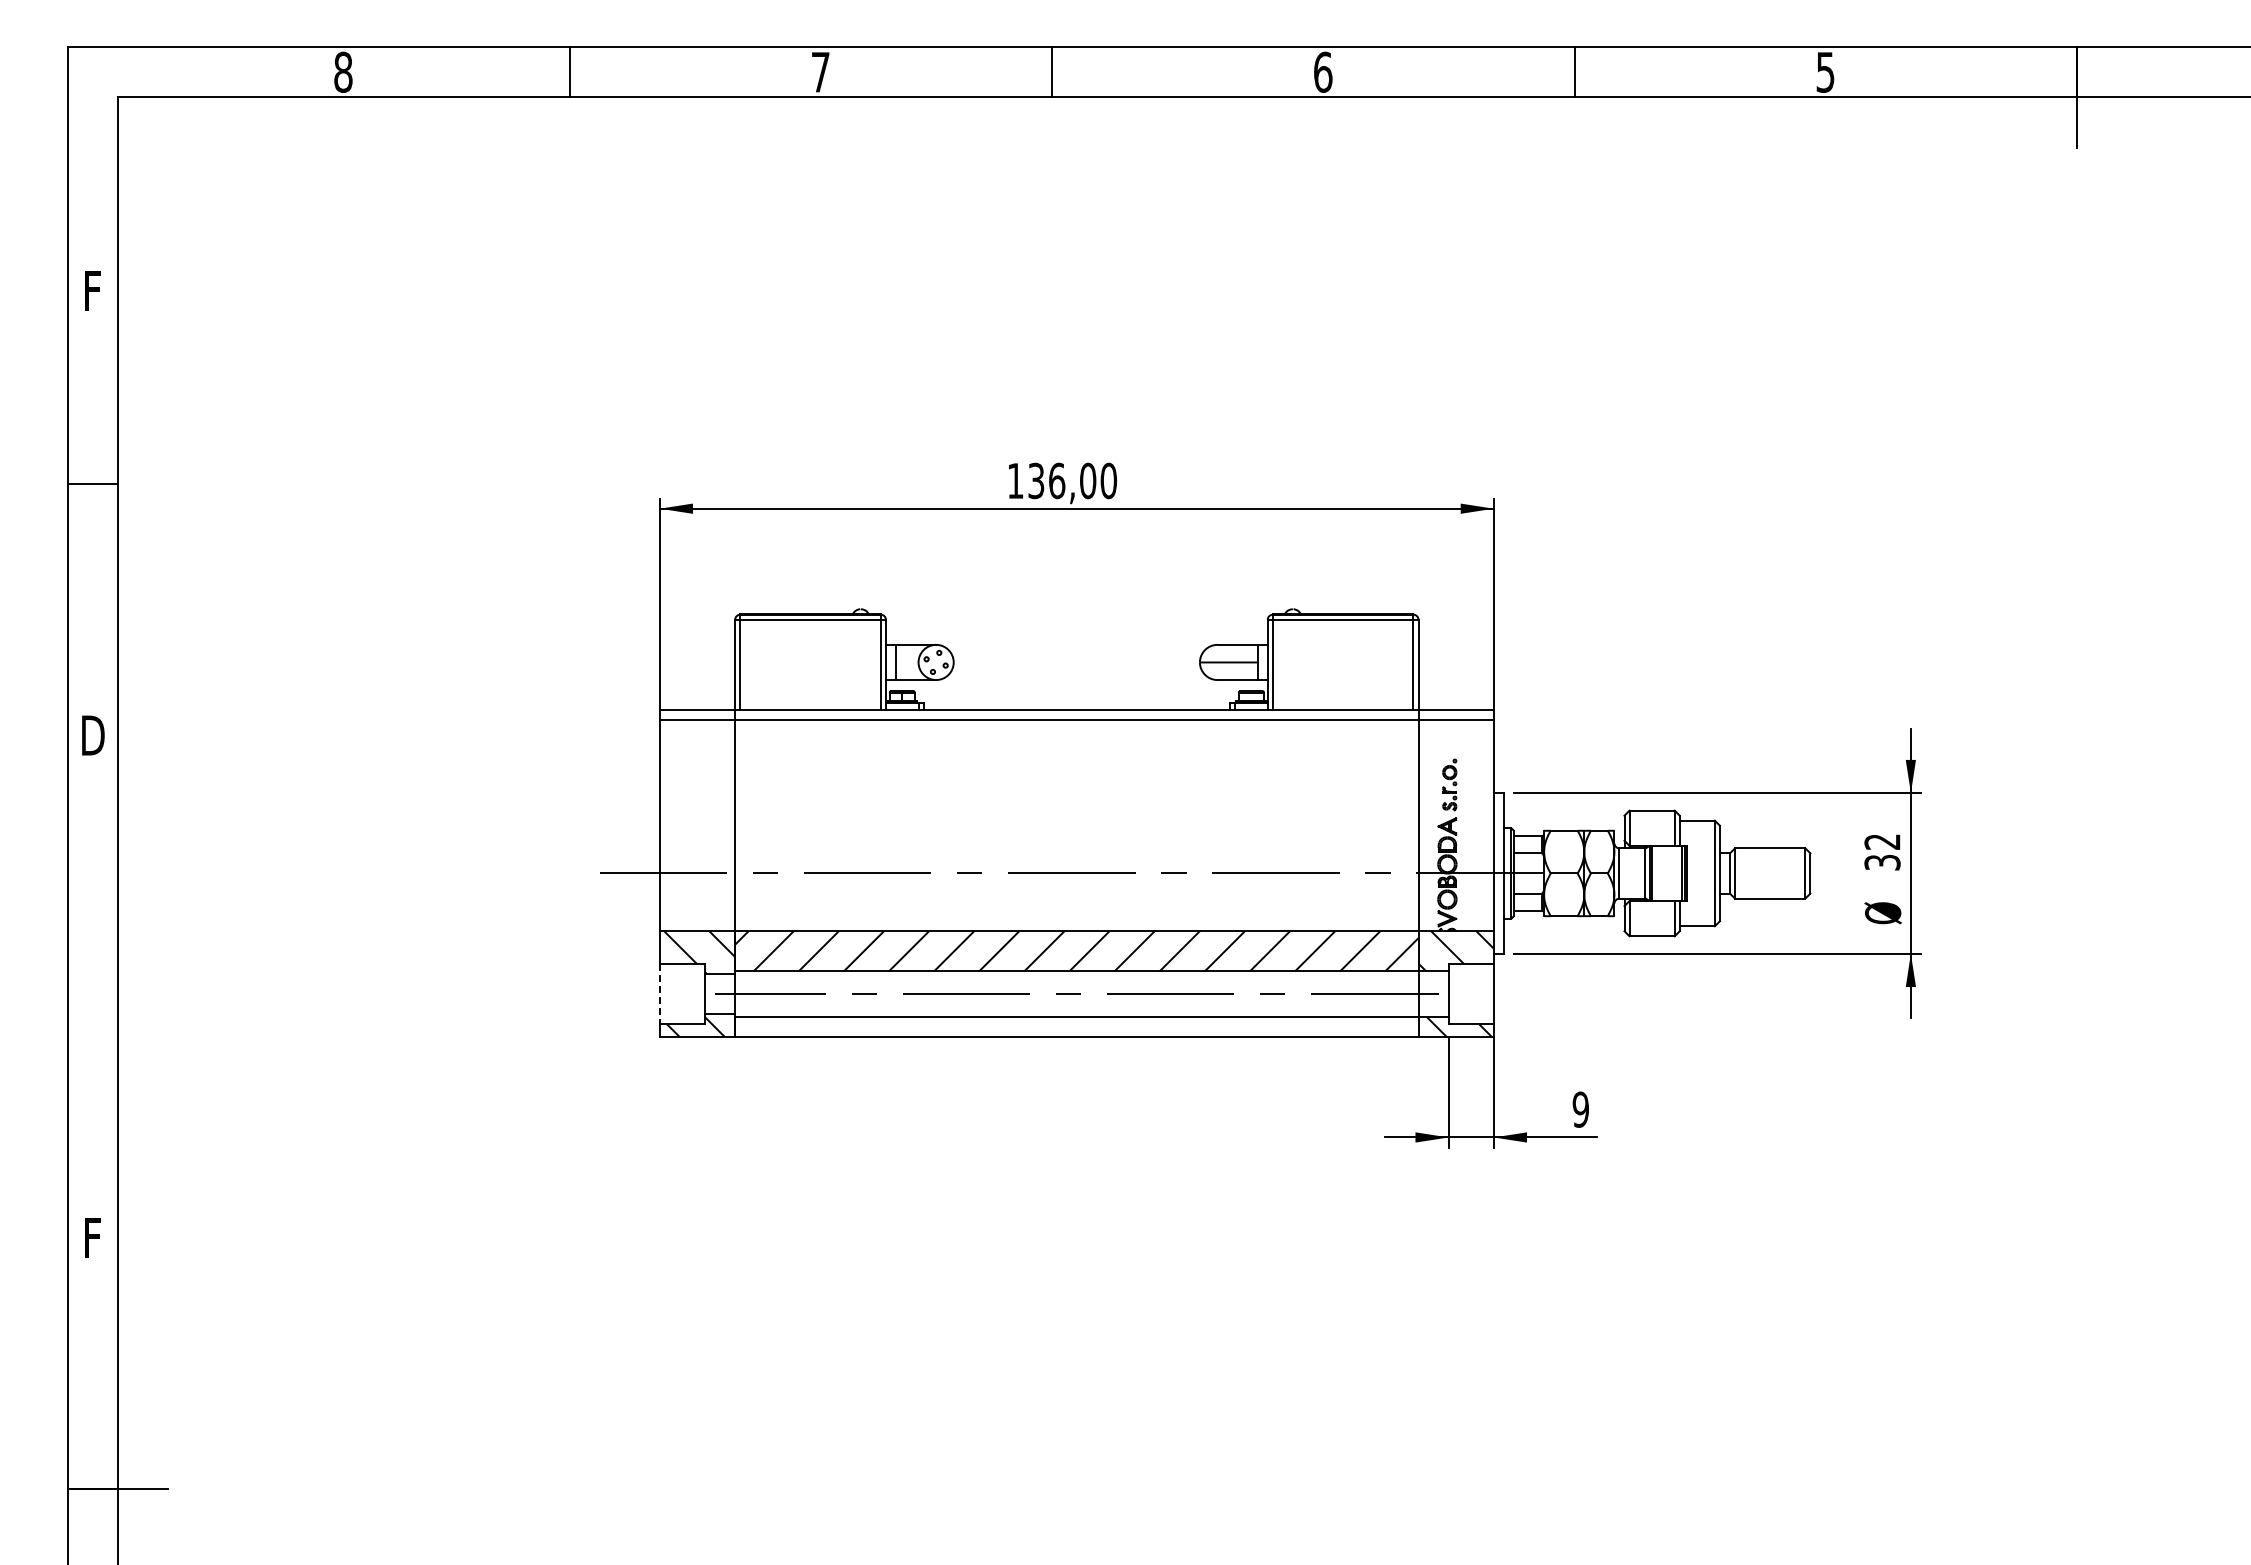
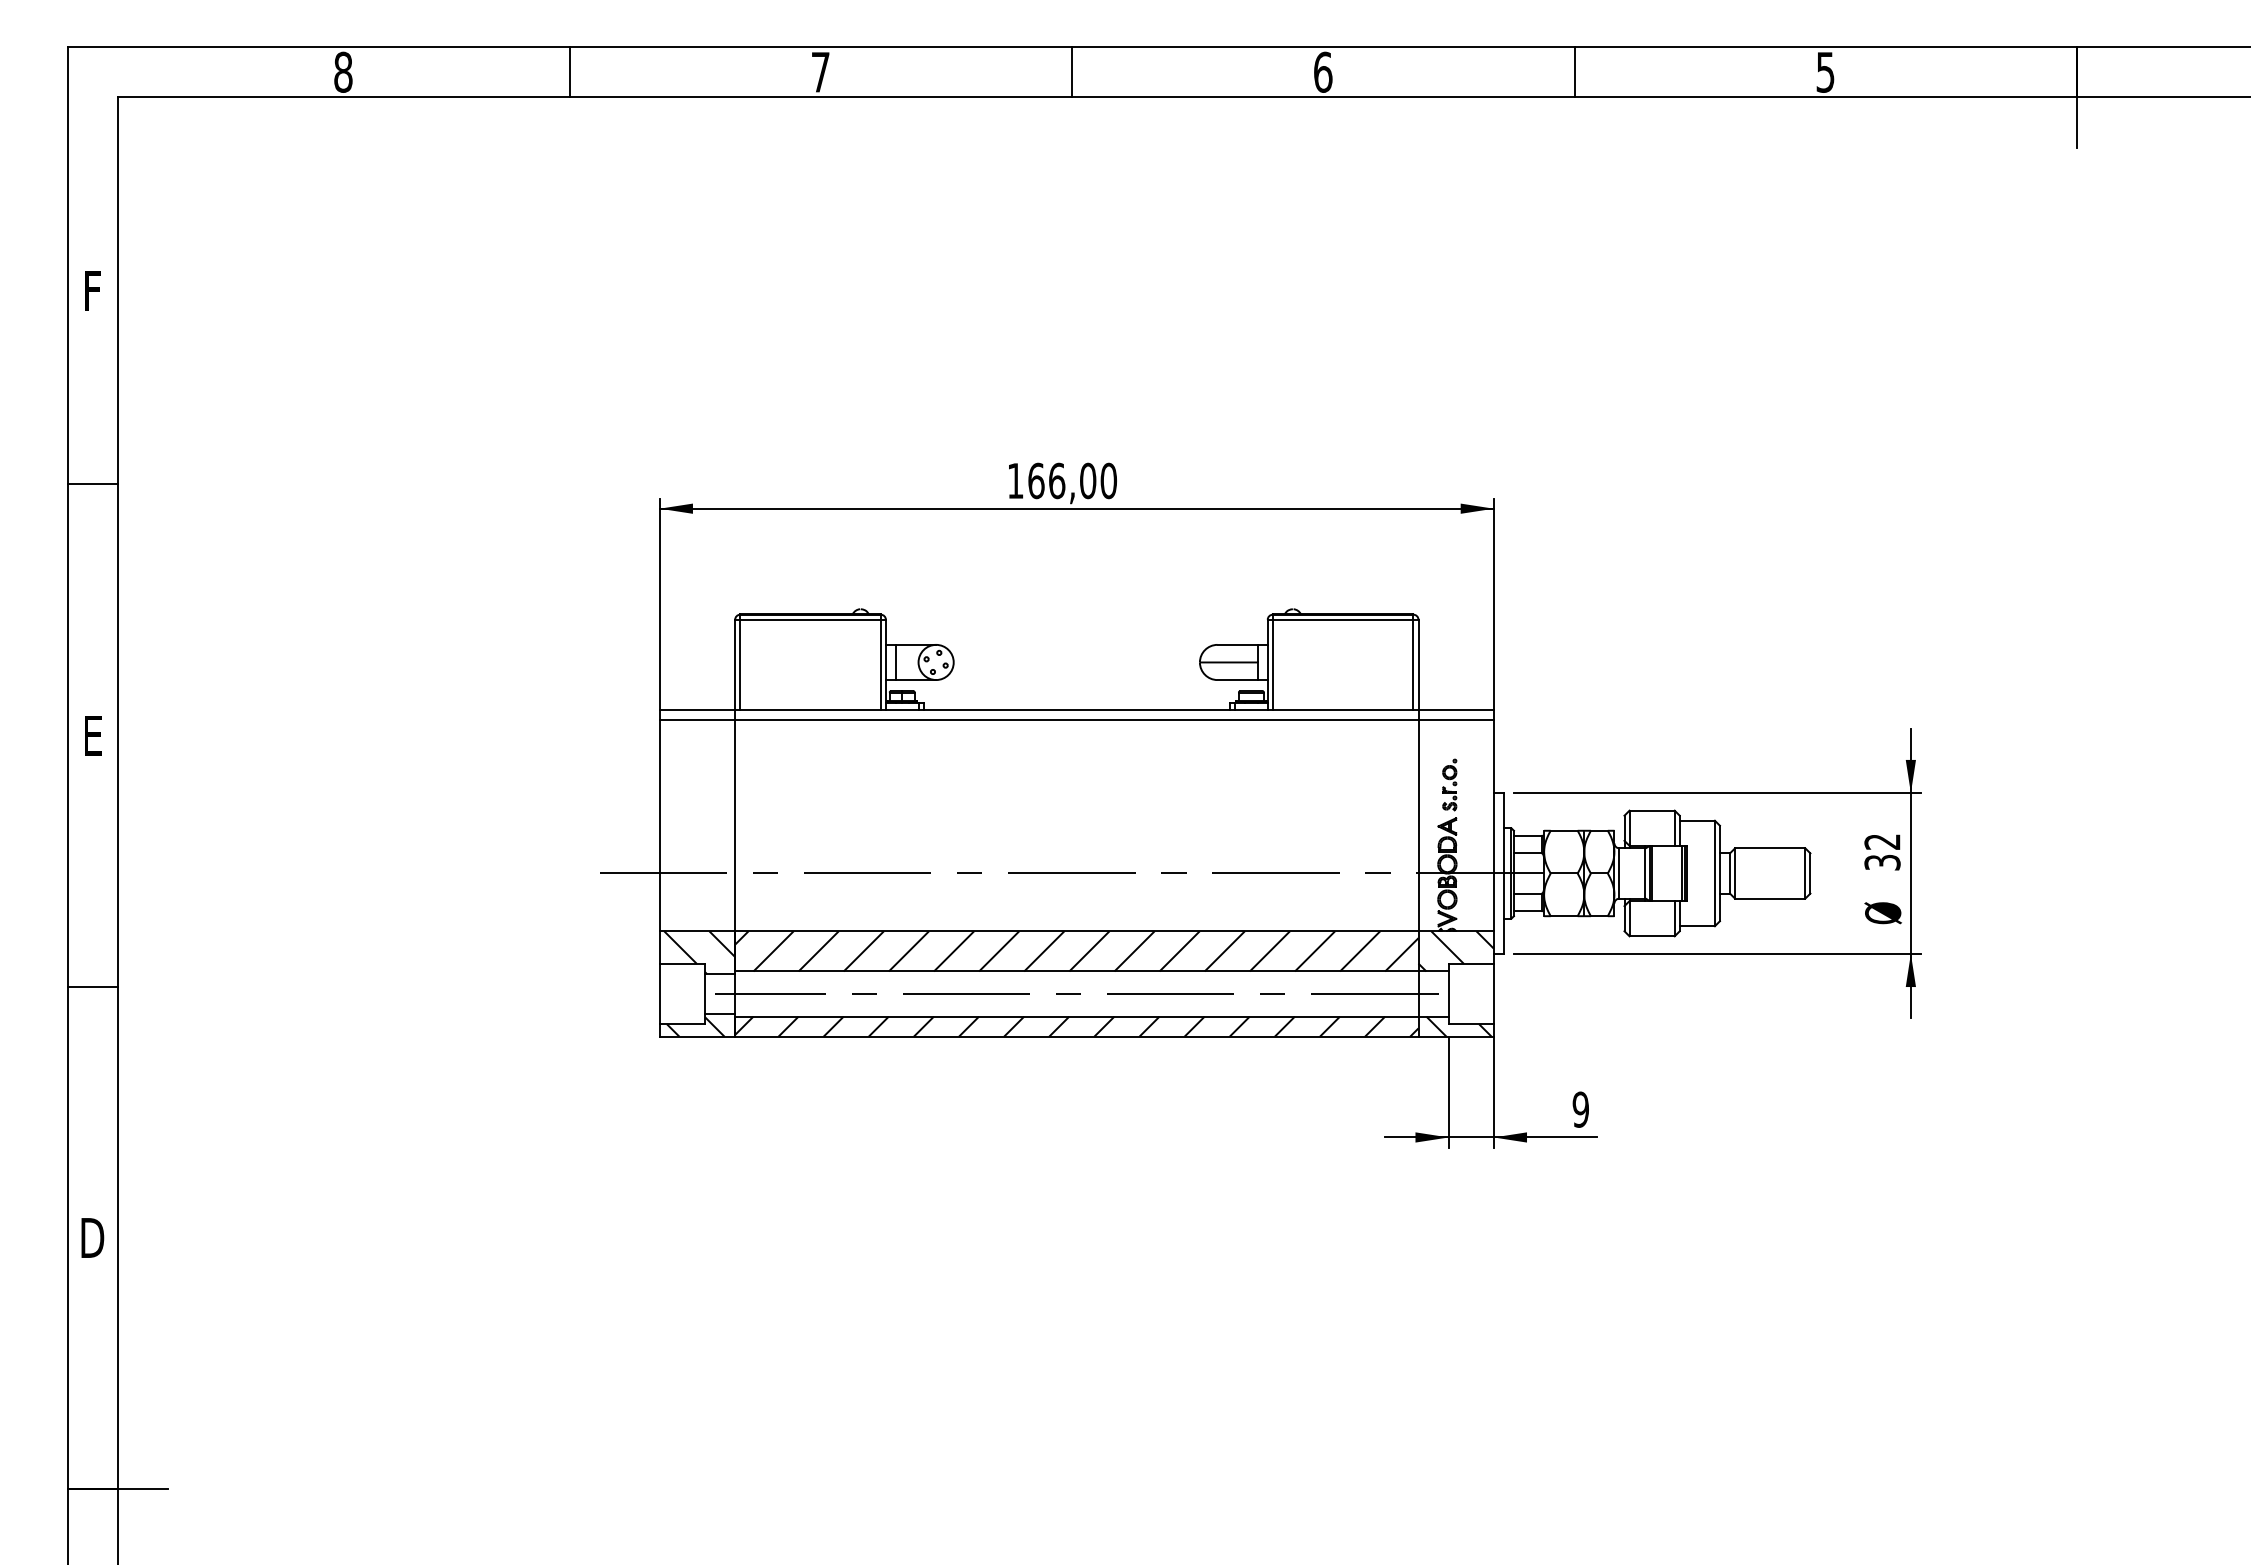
line at (1052, 72) position: (1052, 72) -> (1072, 72)
text at (1036, 480): 136,00 -> 166,00
text at (93, 735): D -> E
line at (92, 986): none -> present
line at (659, 994): dashed -> solid
hatch at (1076, 1026): none -> present
text at (92, 1237): F -> D
